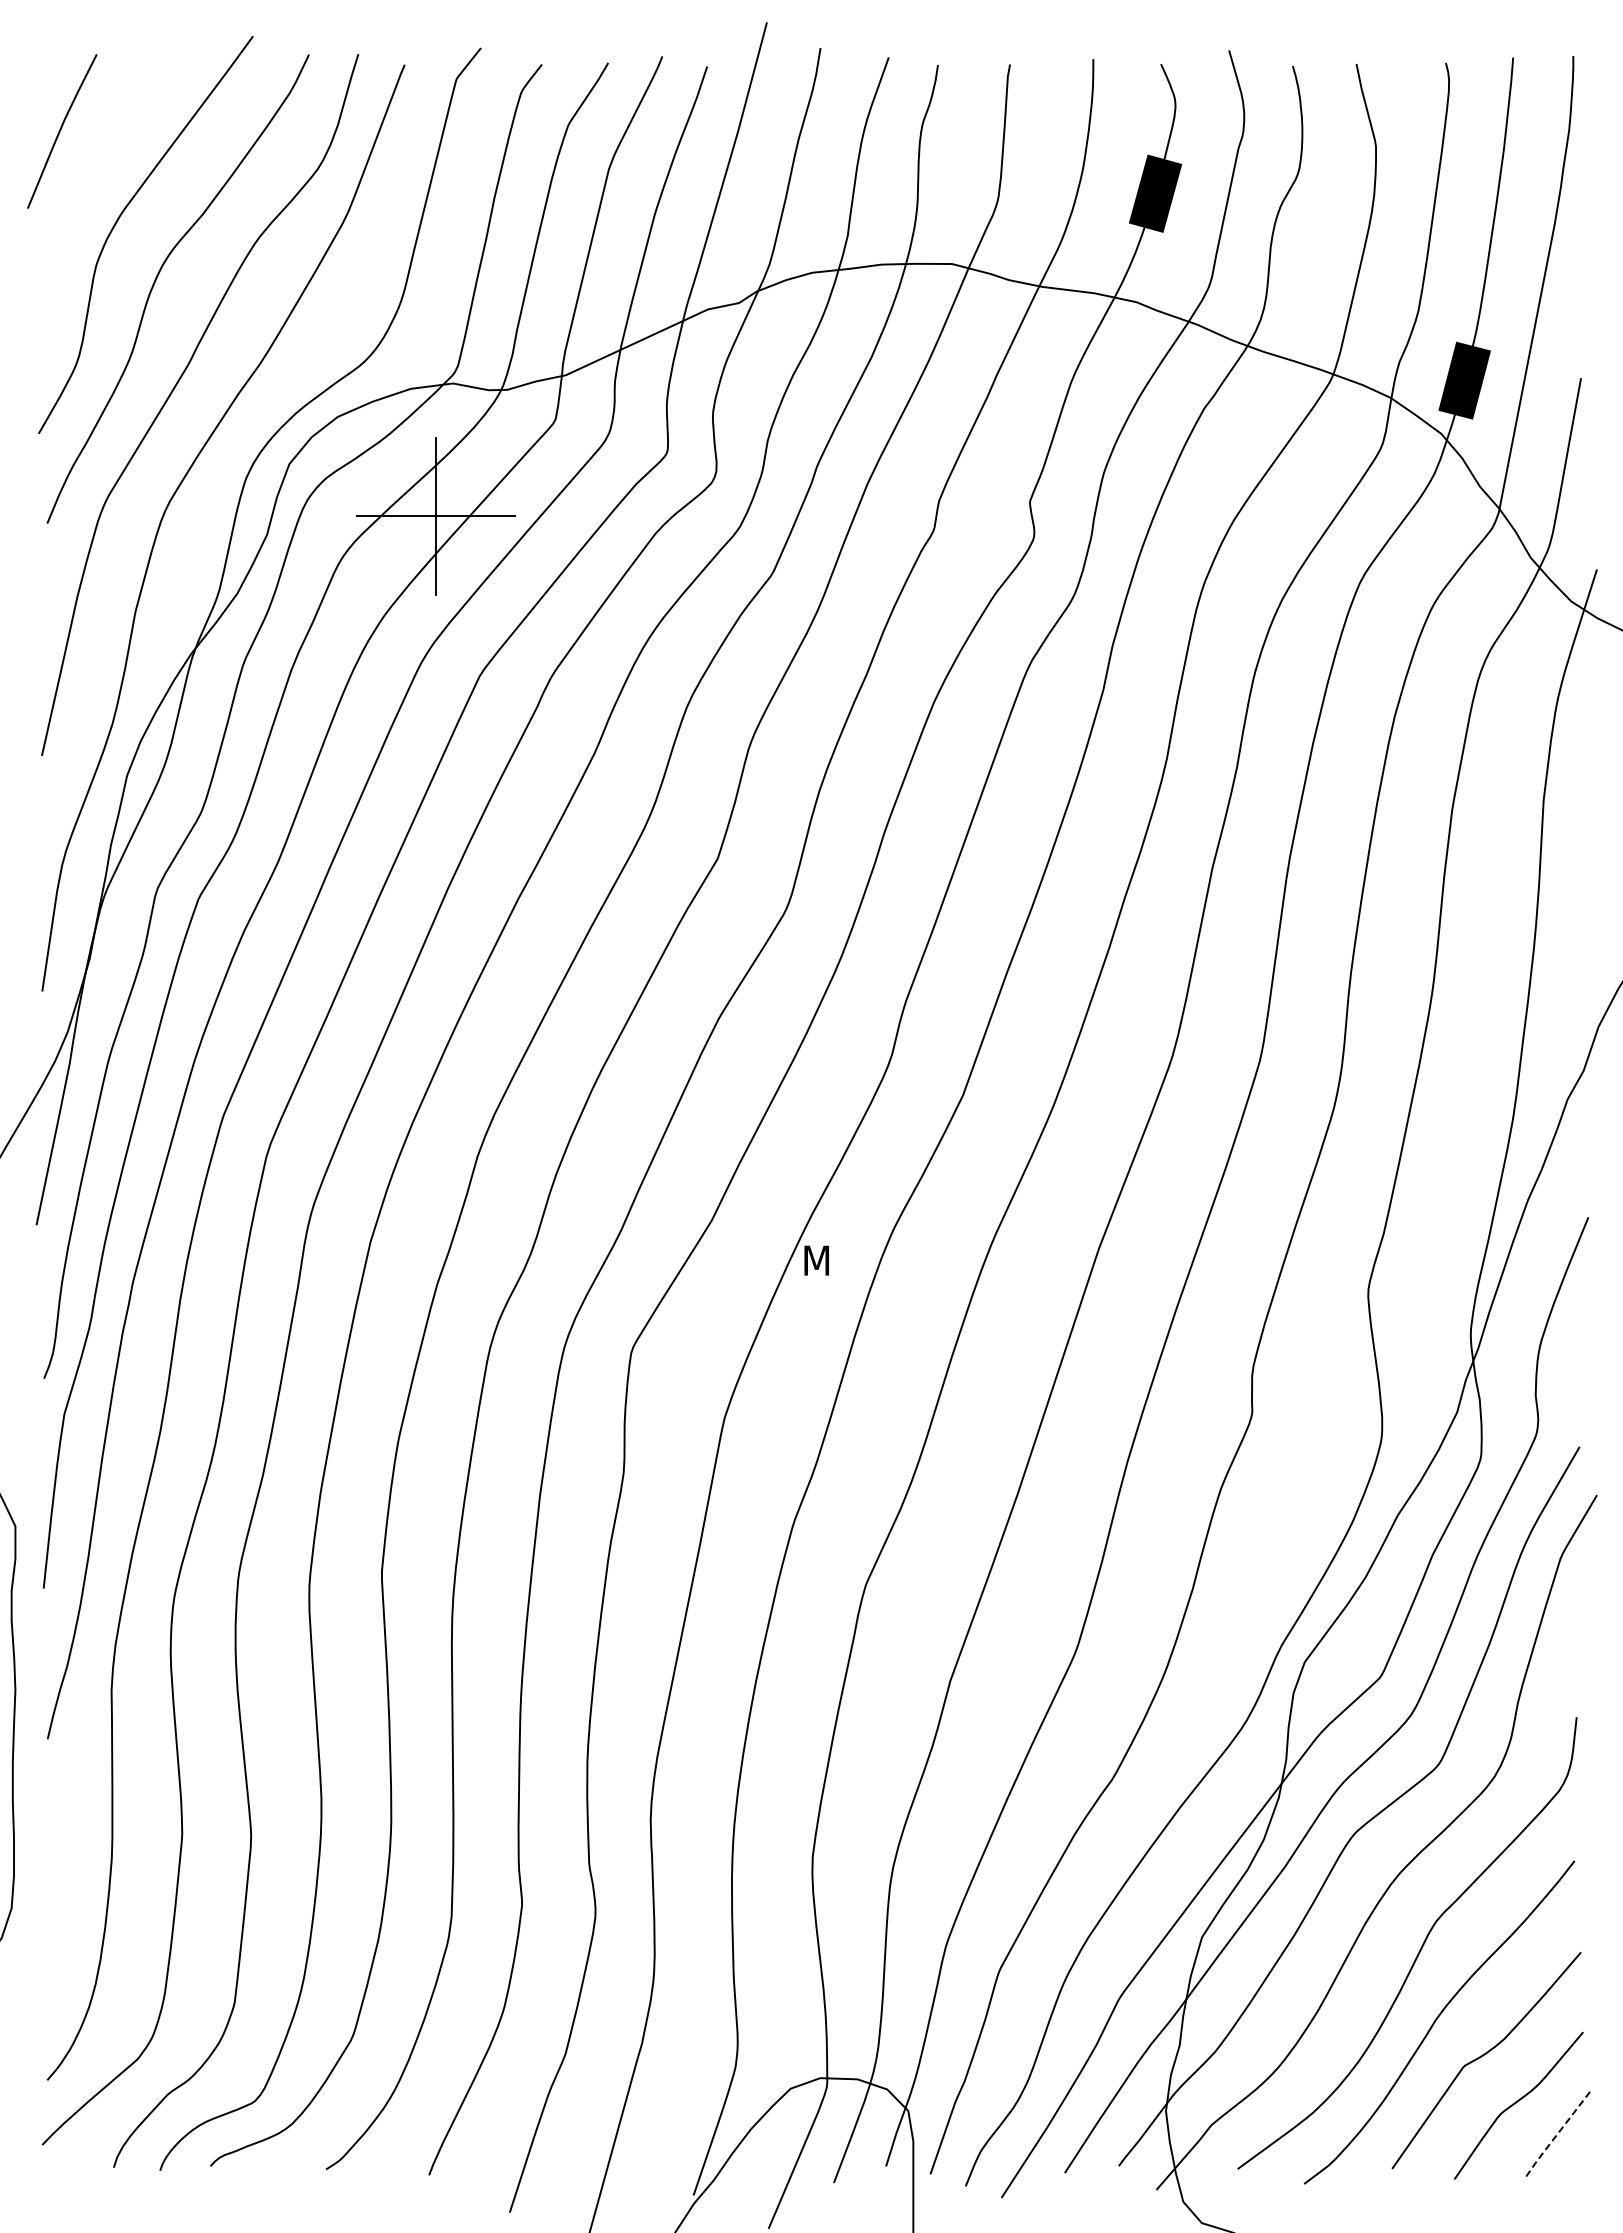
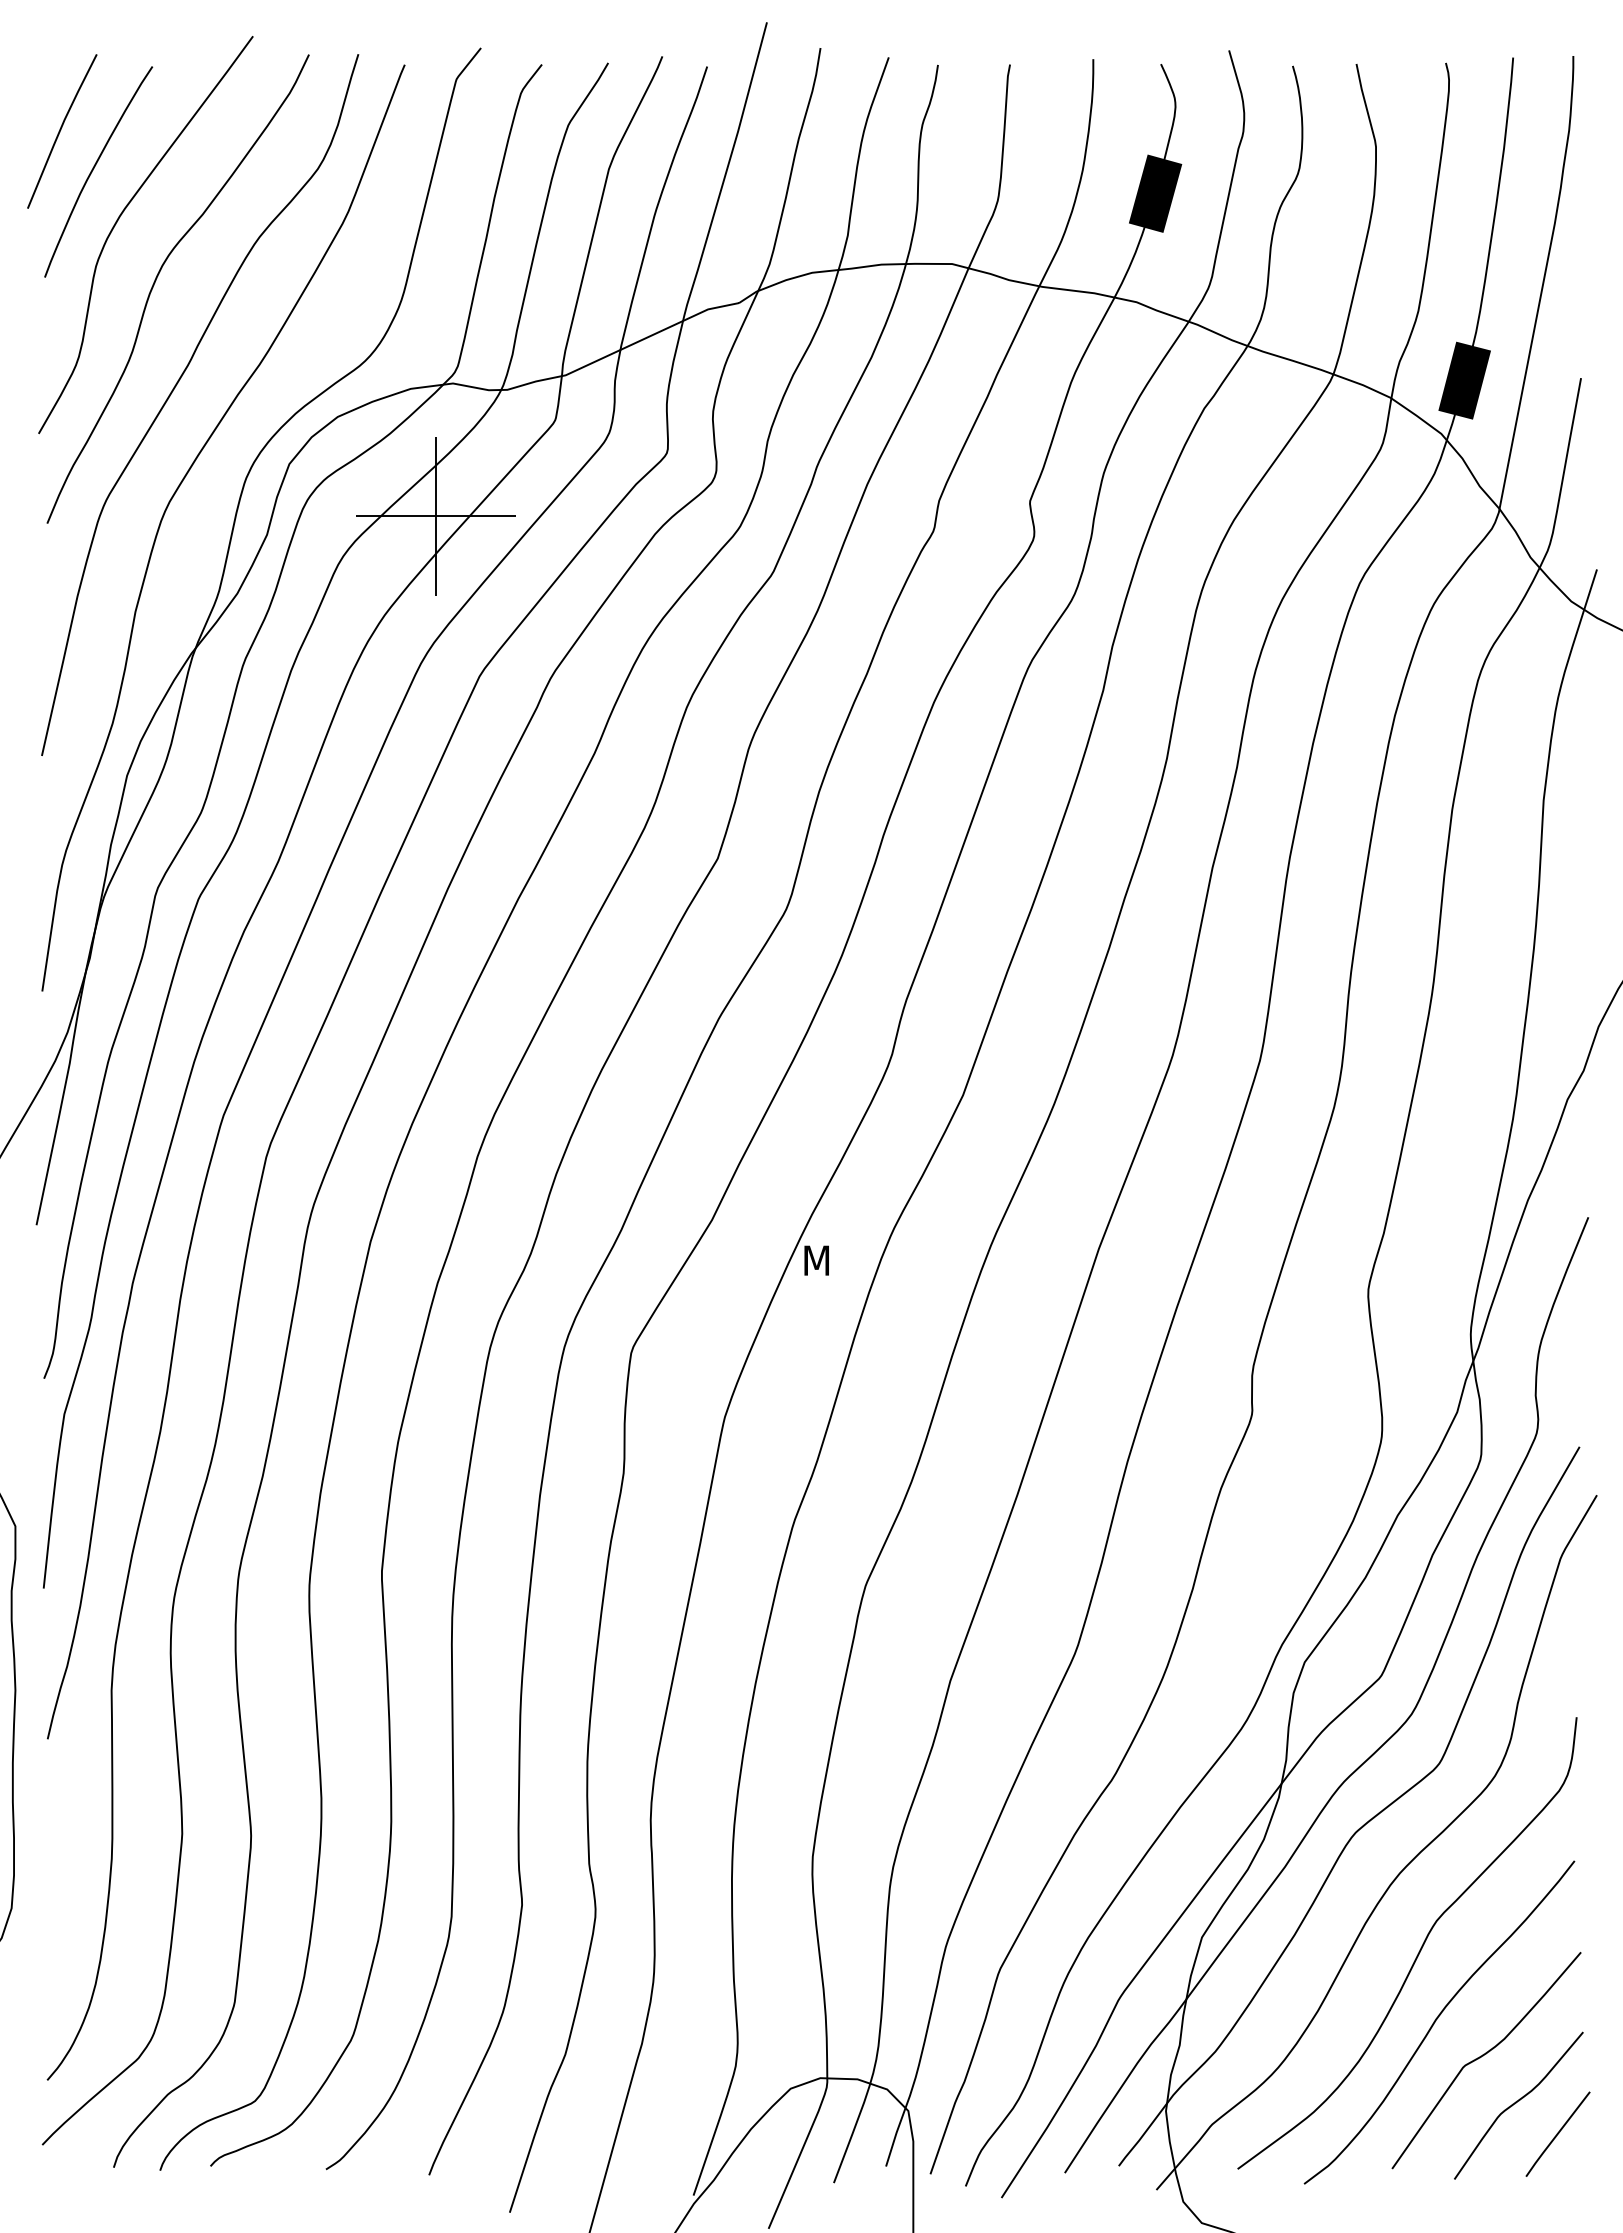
curve at (94, 168): none -> present
line at (1556, 2134): dashed -> solid
